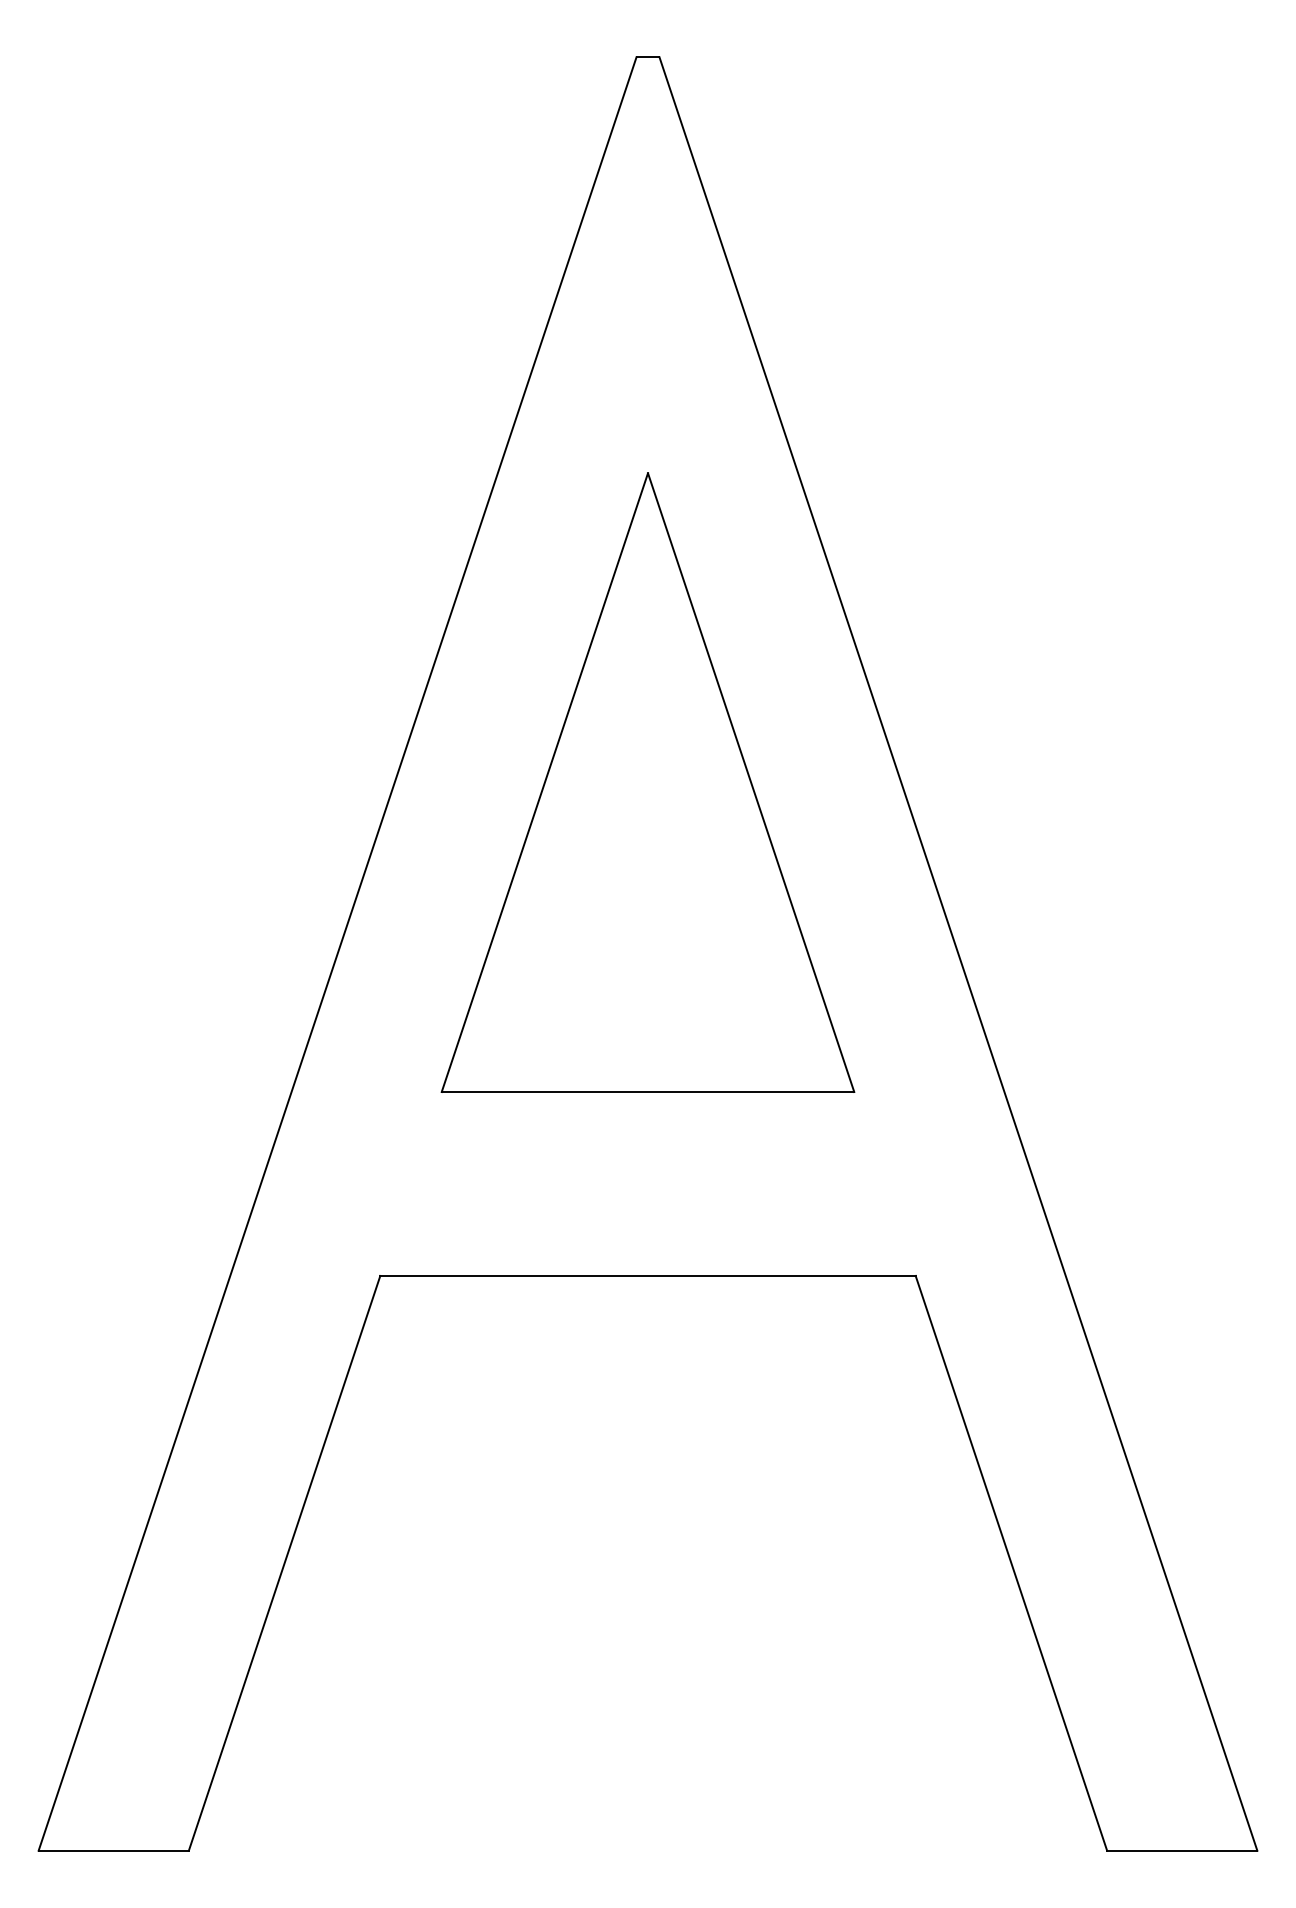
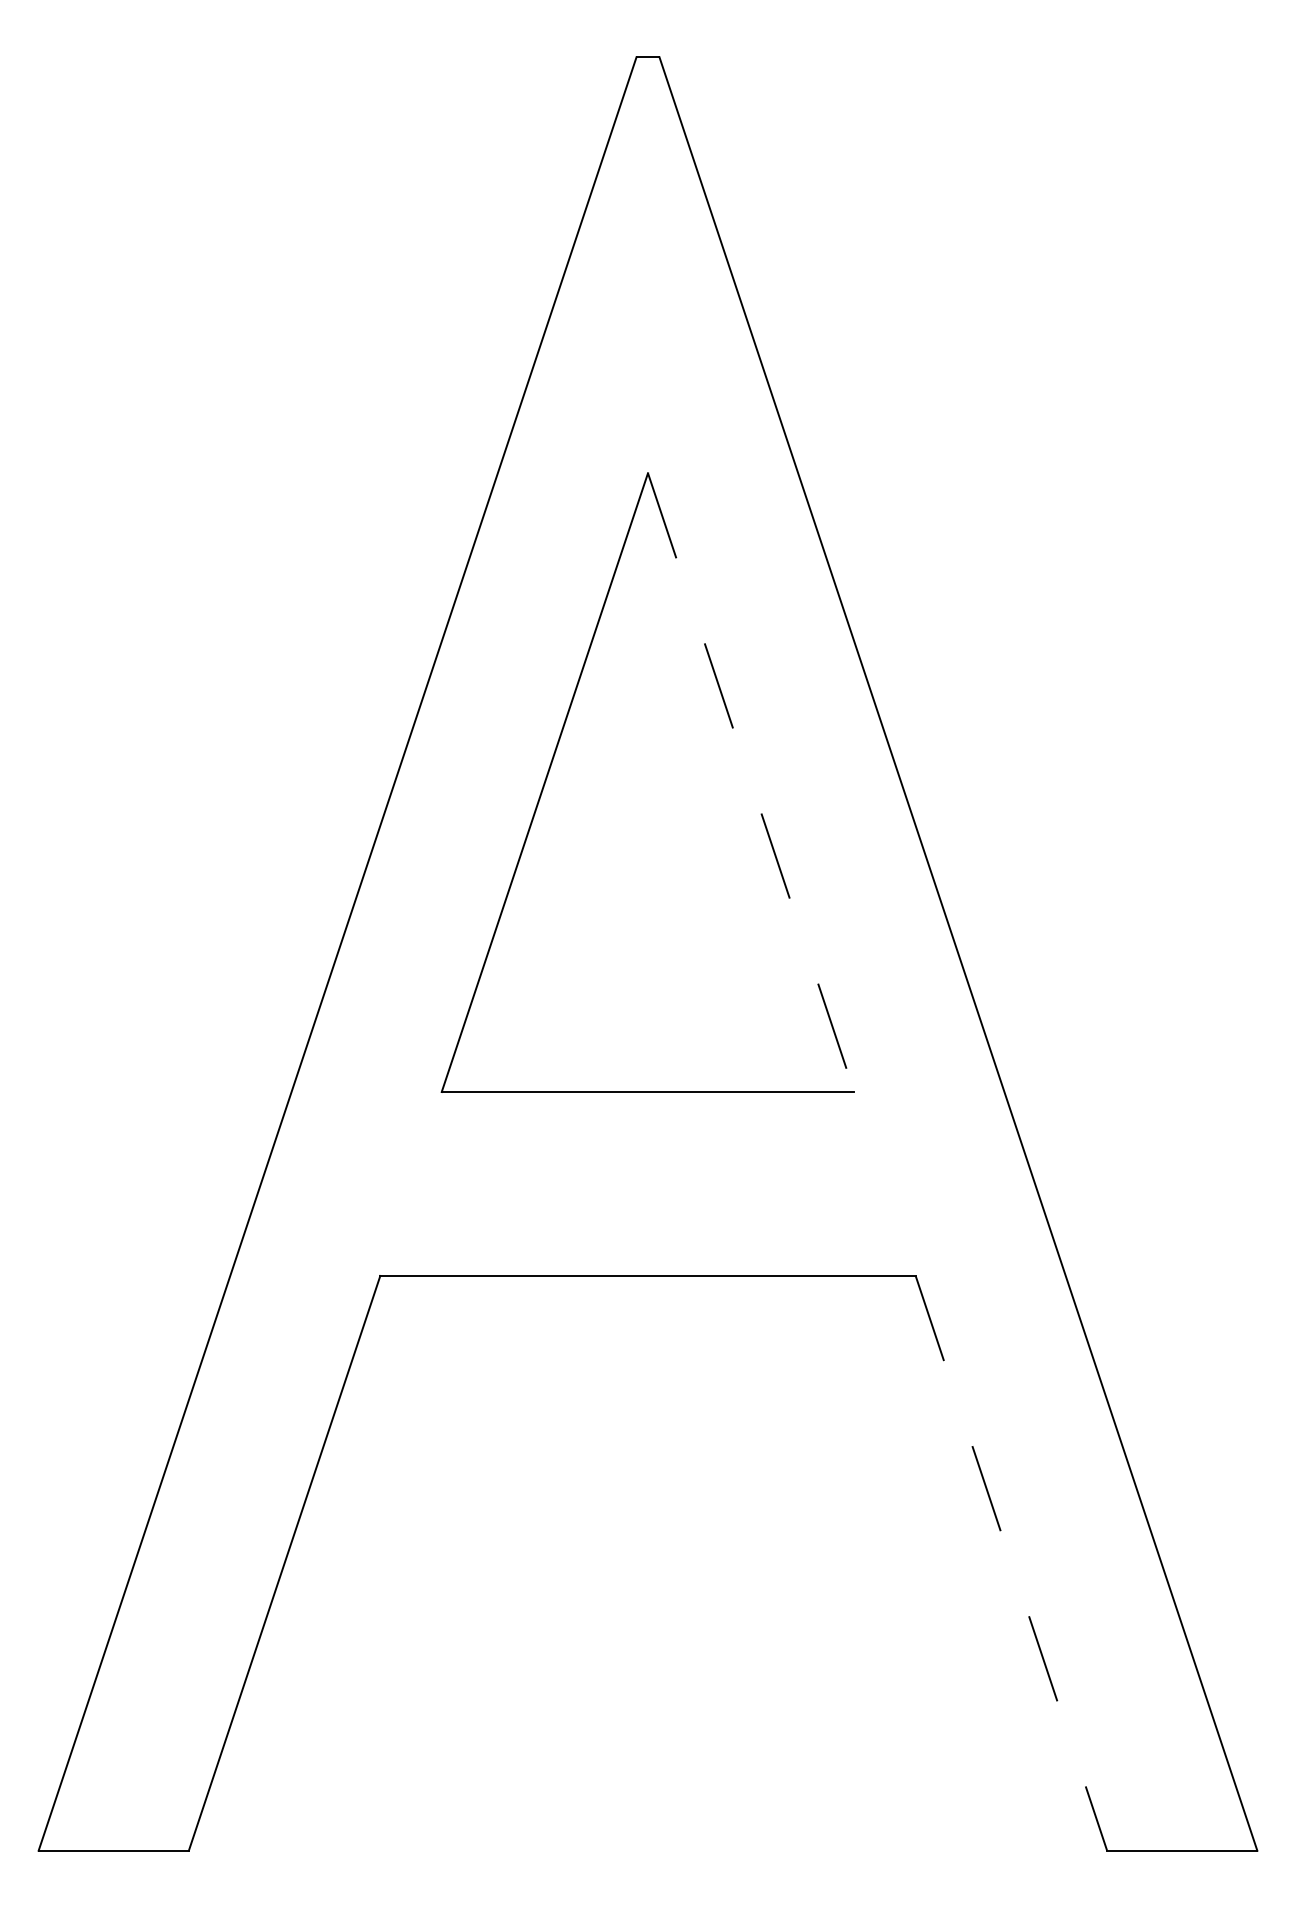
line at (751, 783): solid -> dashed
line at (1011, 1563): solid -> dashed
